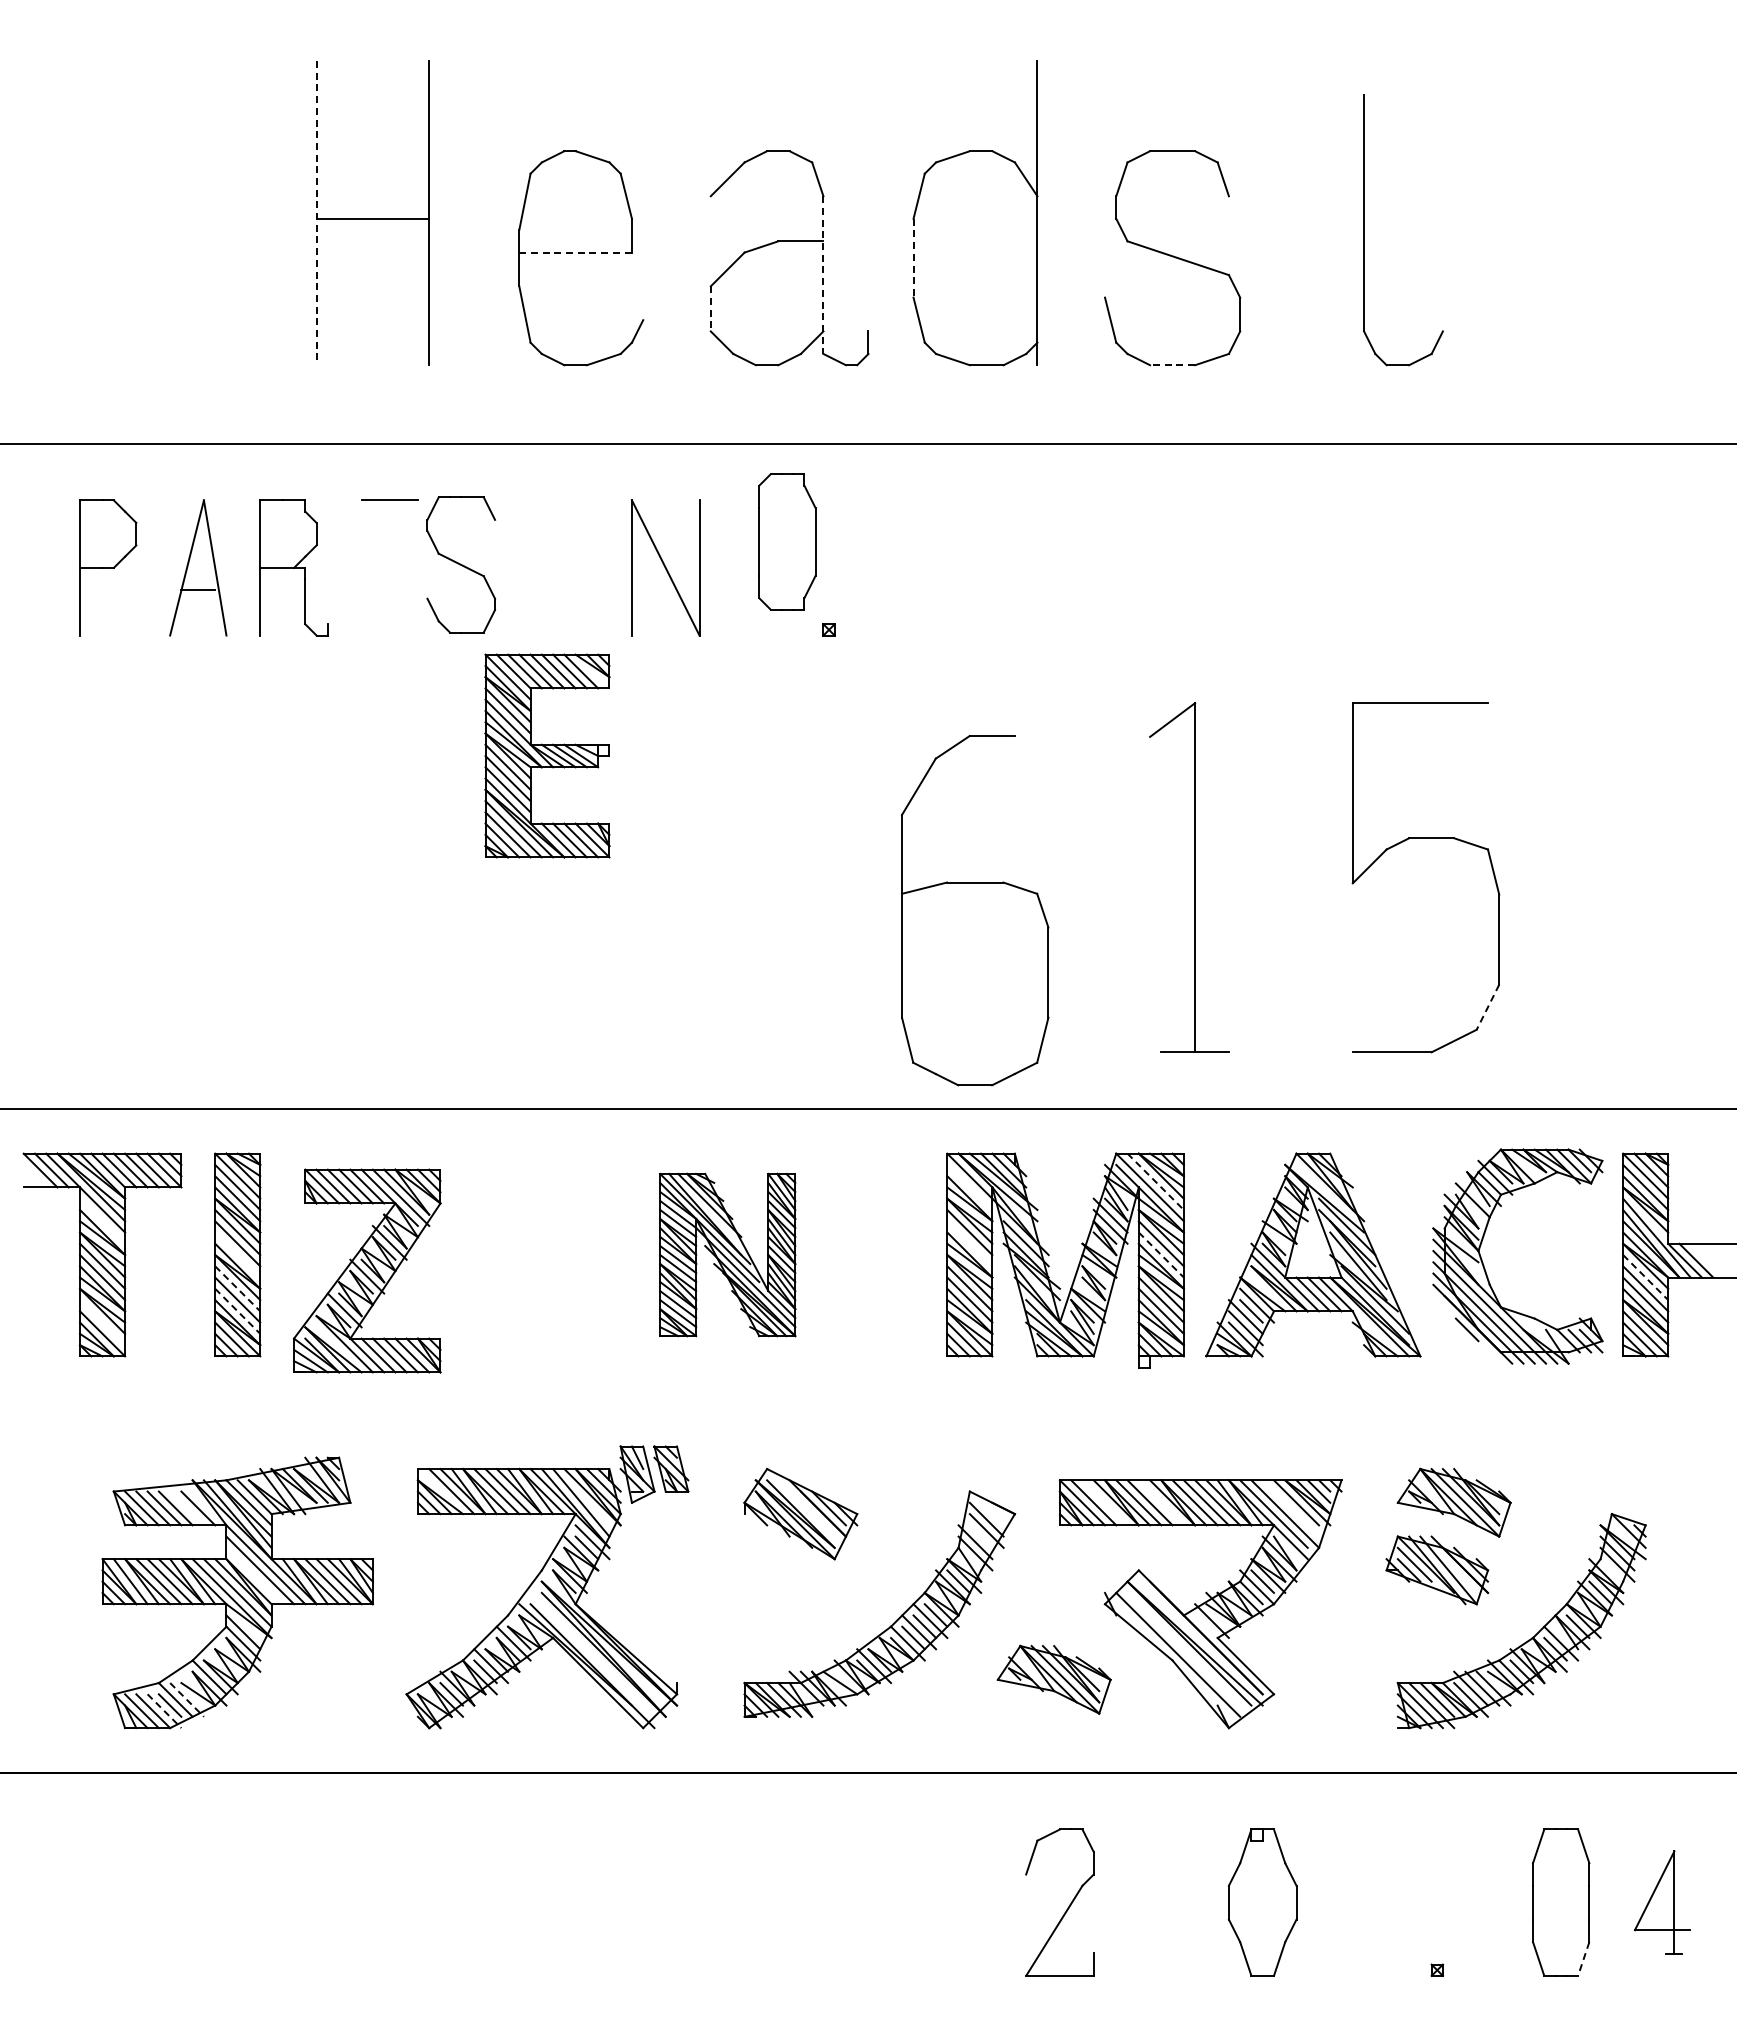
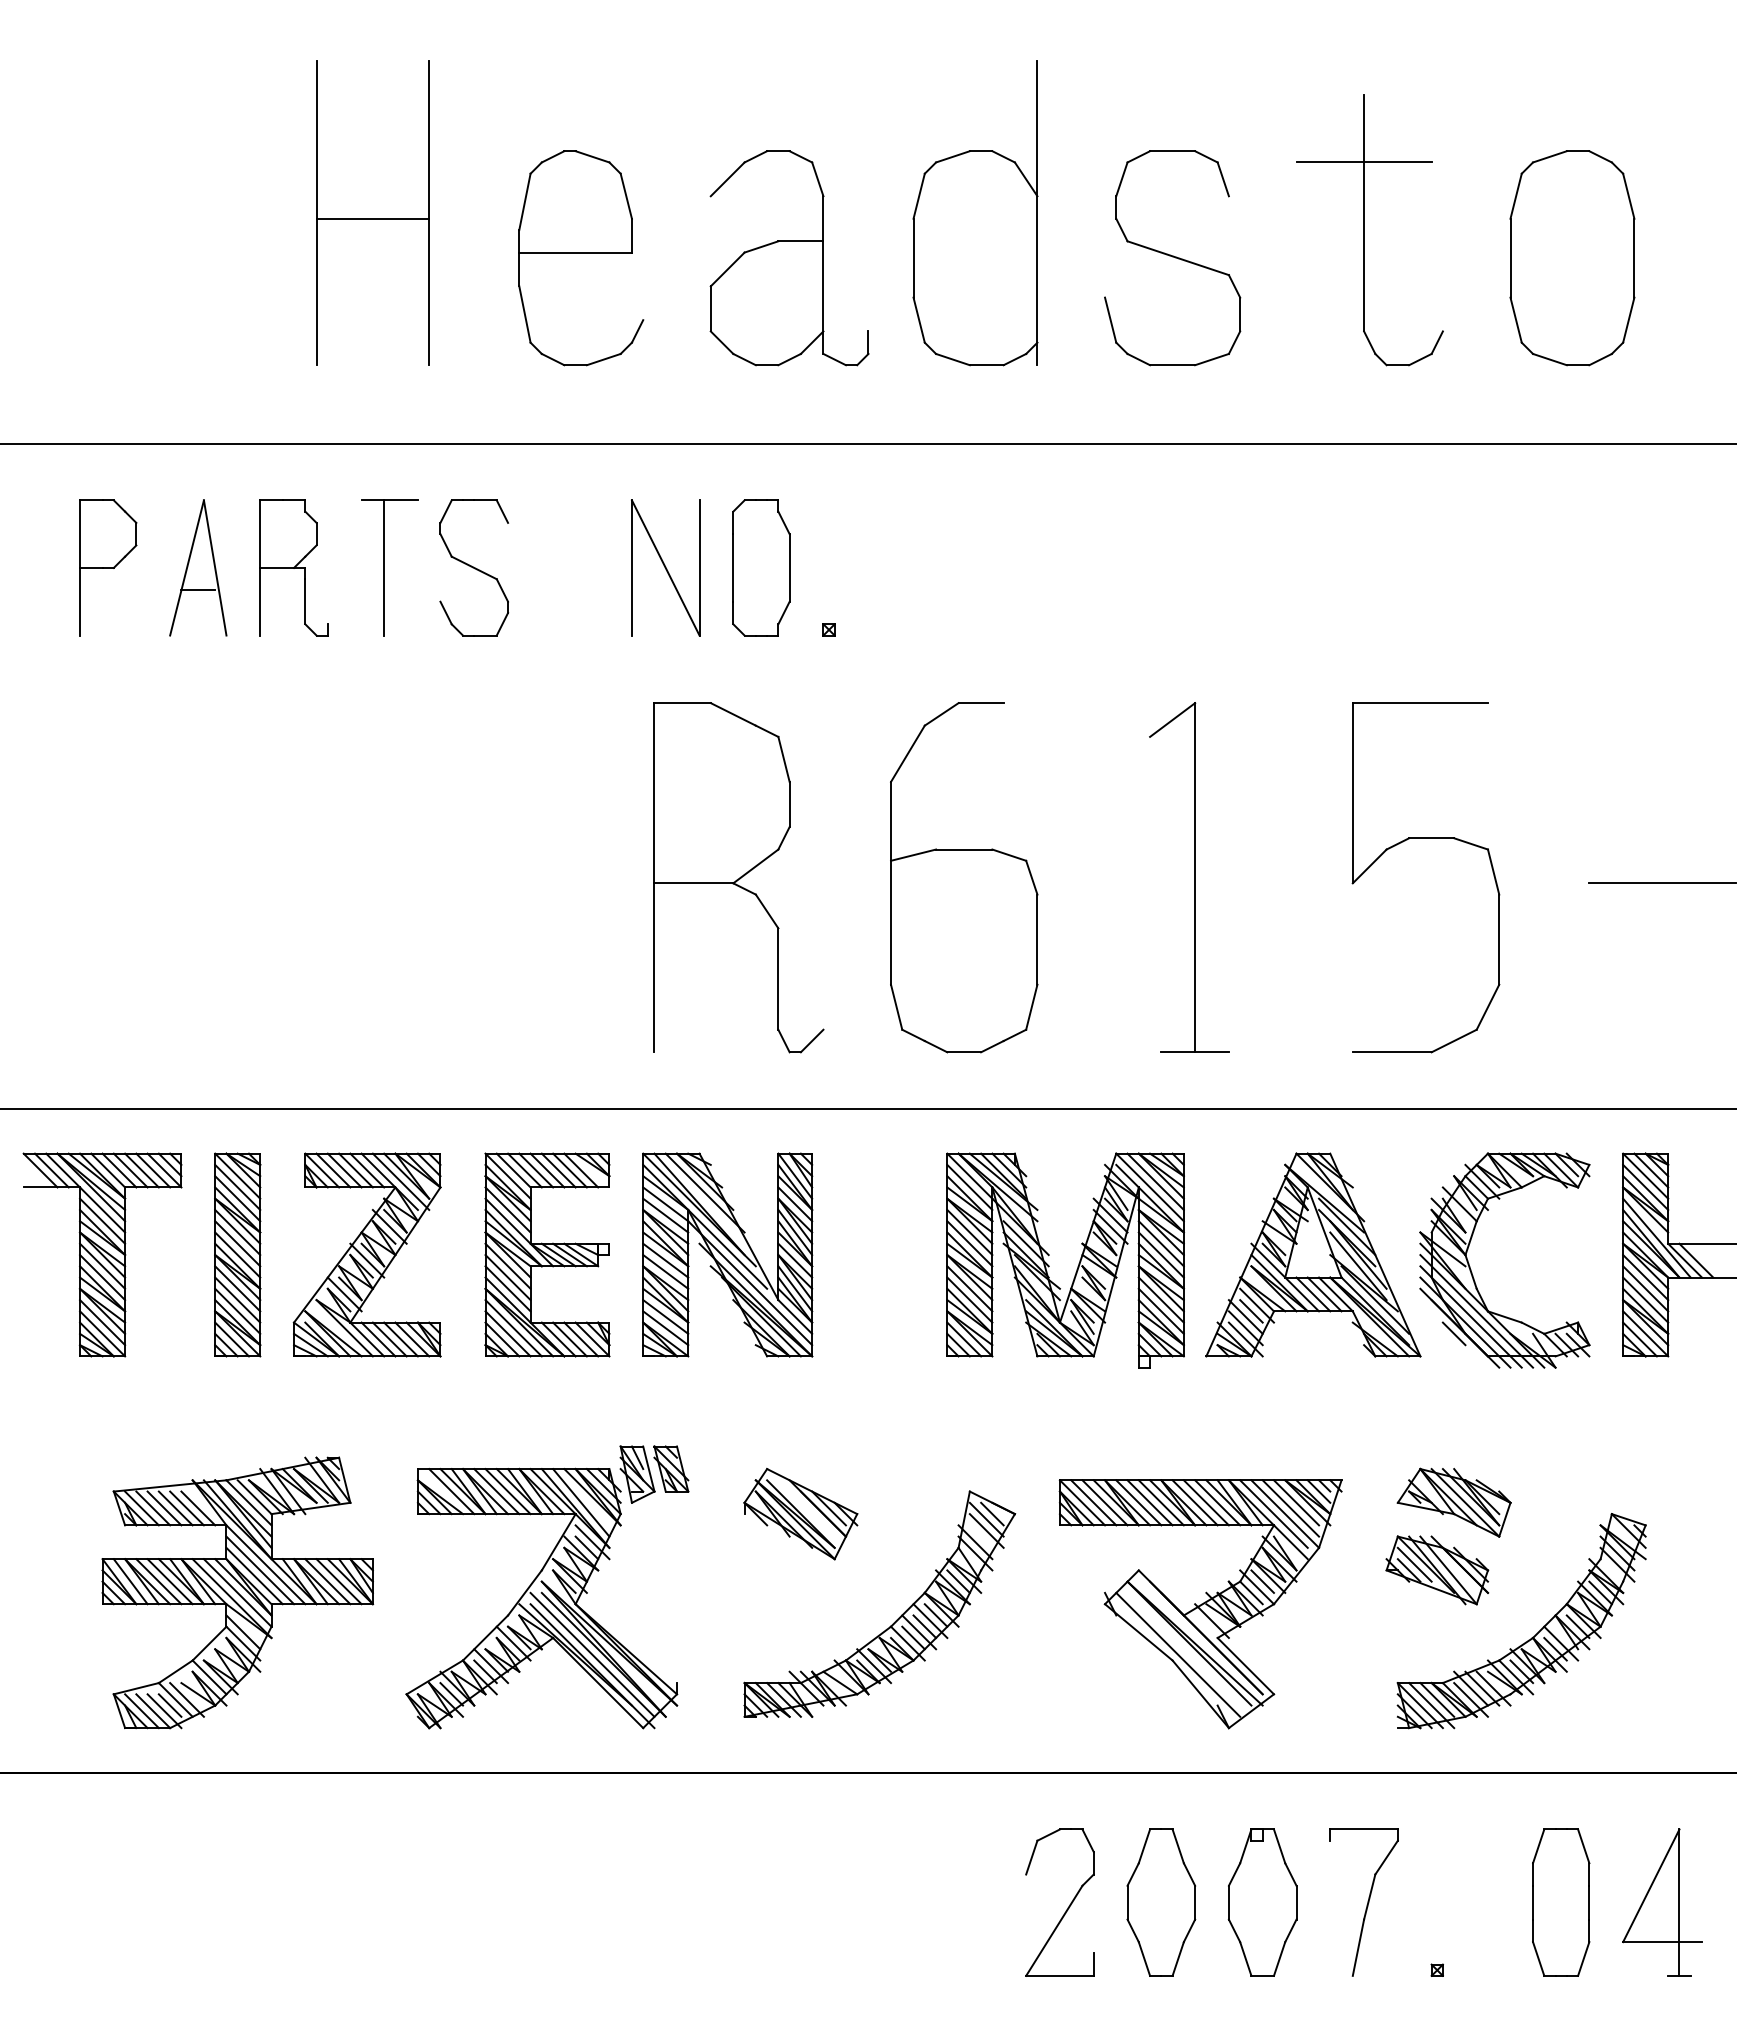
line at (1363, 162): none -> present
line at (316, 213): dashed -> solid
line at (576, 252): dashed -> solid
line at (913, 258): dashed -> solid
part at (1572, 258): none -> present
line at (823, 275): dashed -> solid
line at (710, 308): dashed -> solid
line at (1172, 365): dashed -> solid
part at (787, 541) position: (787, 541) -> (761, 567)
part at (461, 564) position: (461, 564) -> (474, 567)
line at (384, 567): none -> present
part at (547, 755) position: (547, 755) -> (547, 1254)
part at (738, 877): none -> present
line at (1661, 883): none -> present
part at (975, 910) position: (975, 910) -> (964, 877)
line at (1487, 1007): dashed -> solid
line at (1155, 1181): dashed -> solid
line at (969, 1186): none -> present
line at (102, 1220): none -> present
line at (969, 1243): none -> present
line at (237, 1254): none -> present
part at (727, 1254) size: 138x166 px -> 172x206 px
line at (1161, 1255): dashed -> solid
part at (1485, 1268) position: (1485, 1268) -> (1472, 1272)
part at (366, 1270) position: (366, 1270) -> (366, 1254)
line at (1645, 1277): dashed -> solid
line at (237, 1288): dashed -> solid
line at (237, 1311): dashed -> solid
line at (102, 1322): none -> present
line at (1104, 1502): none -> present
line at (1160, 1502): none -> present
line at (186, 1508): none -> present
line at (1290, 1508): none -> present
line at (992, 1513): none -> present
line at (254, 1575): none -> present
line at (592, 1654): none -> present
part at (1053, 1679): present -> none
line at (187, 1699): dashed -> solid
line at (164, 1711): dashed -> solid
part at (1161, 1902): none -> present
part at (1363, 1902): none -> present
part at (1661, 1902) size: 58x105 px -> 81x149 px
line at (1583, 1959): dashed -> solid
